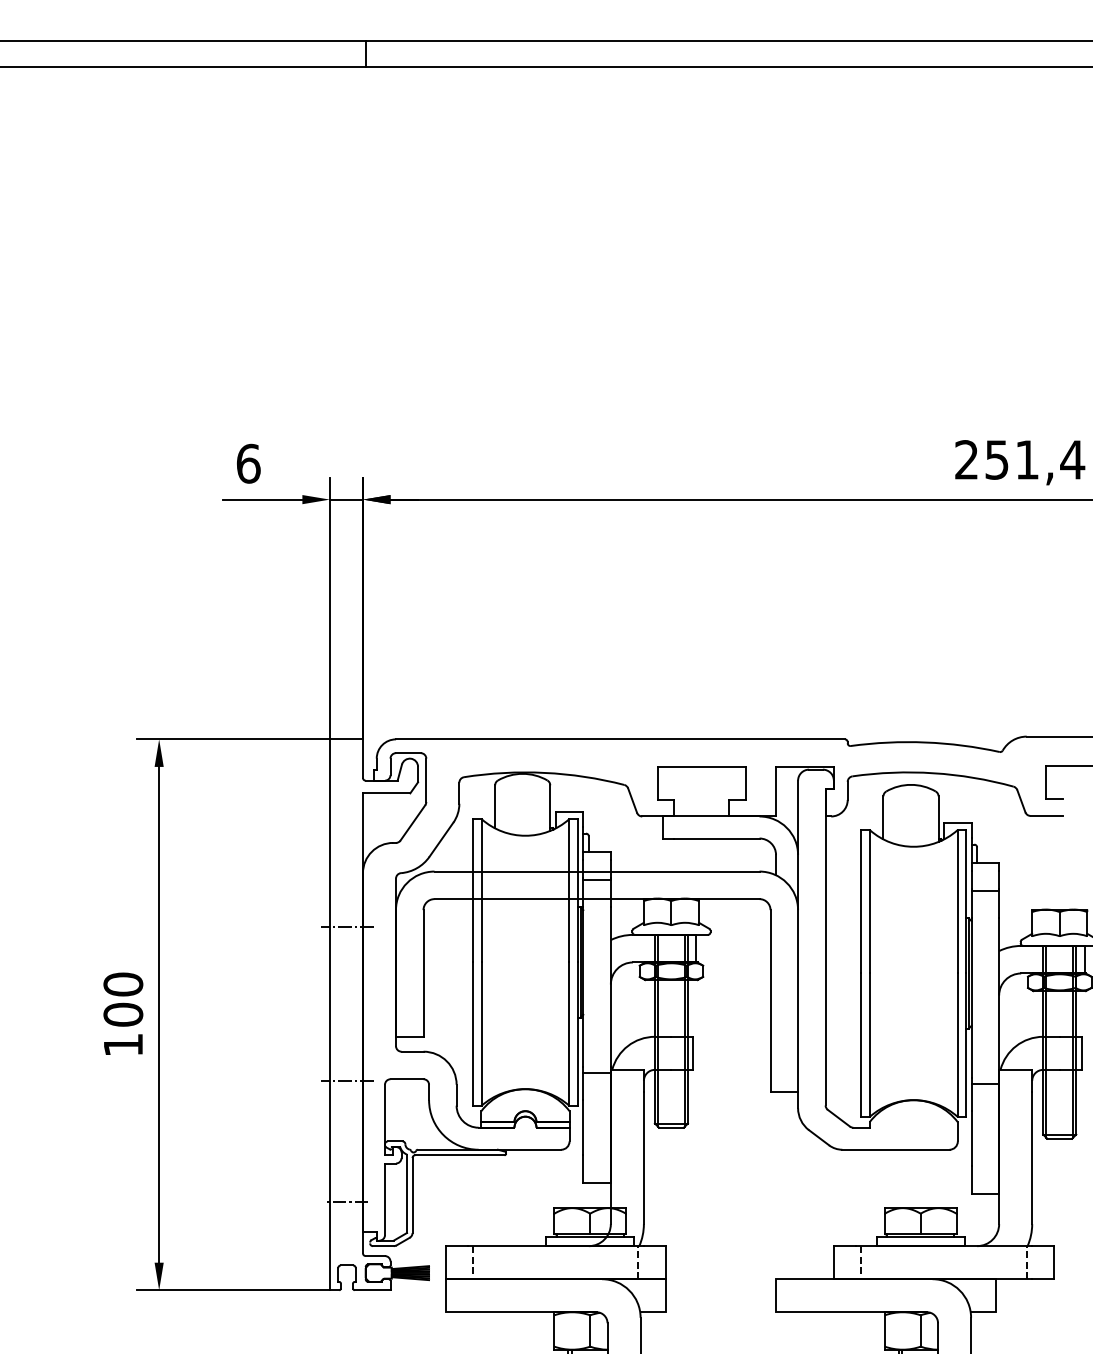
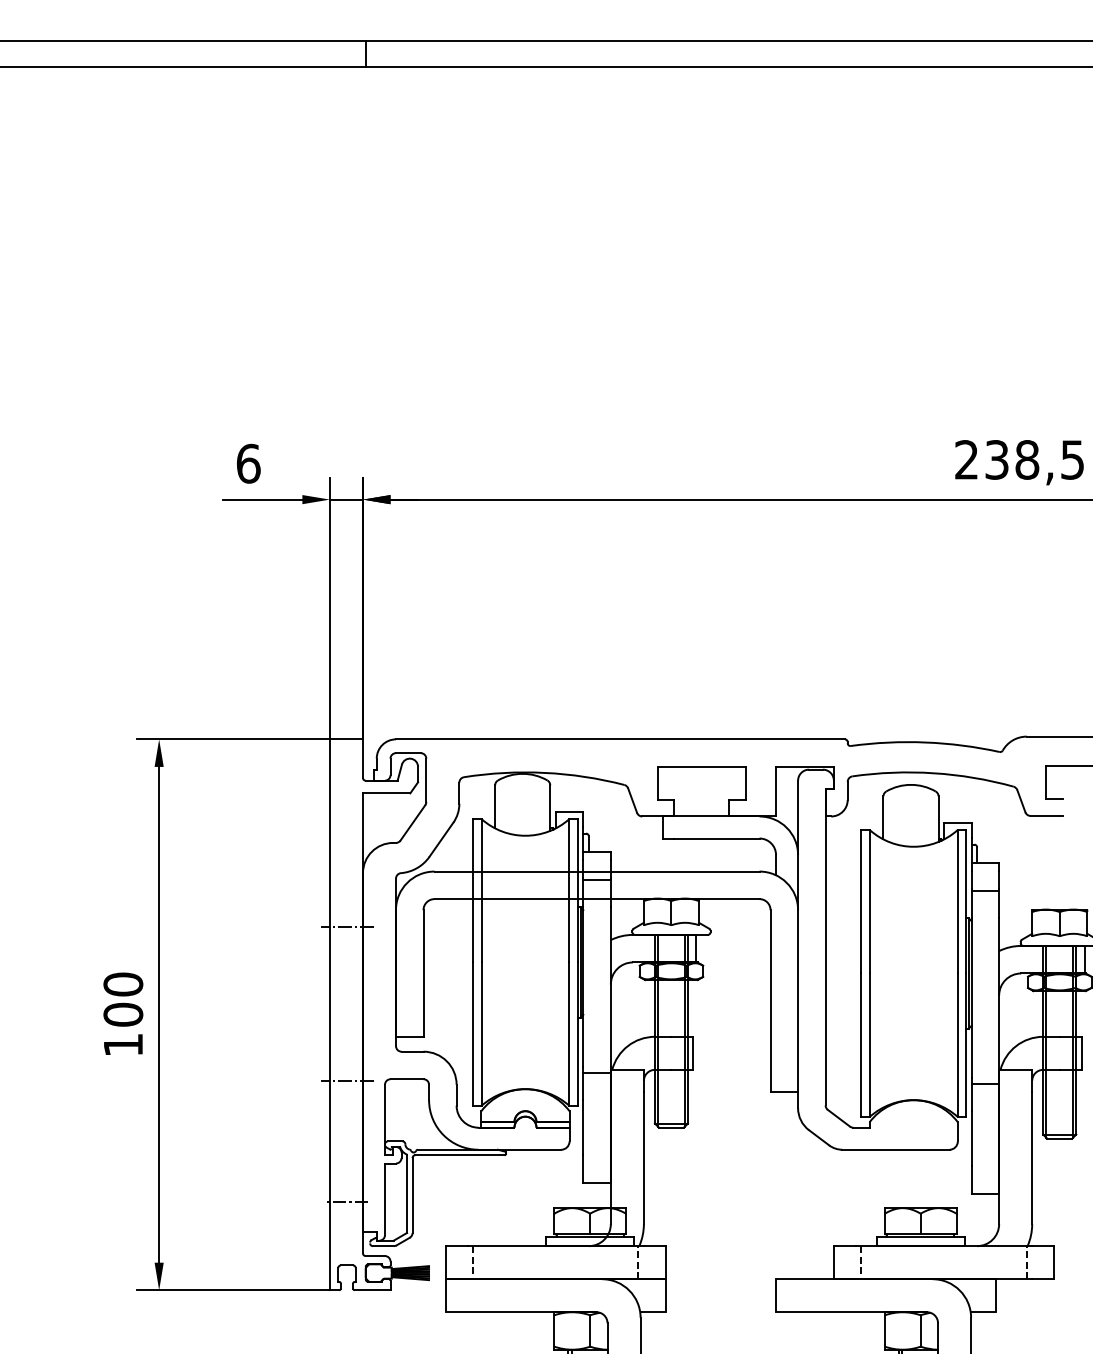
text at (1035, 459): 251,4 -> 238,5
